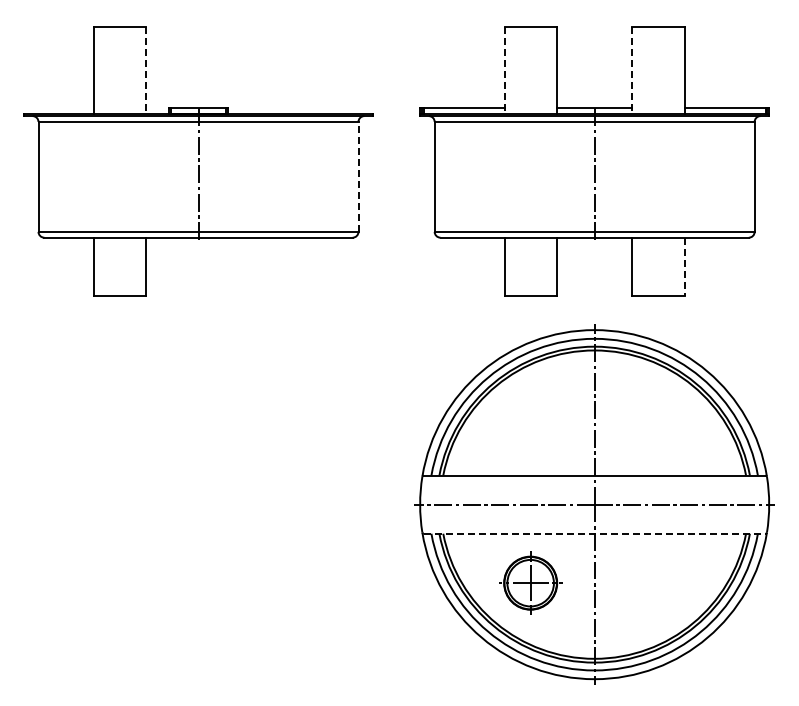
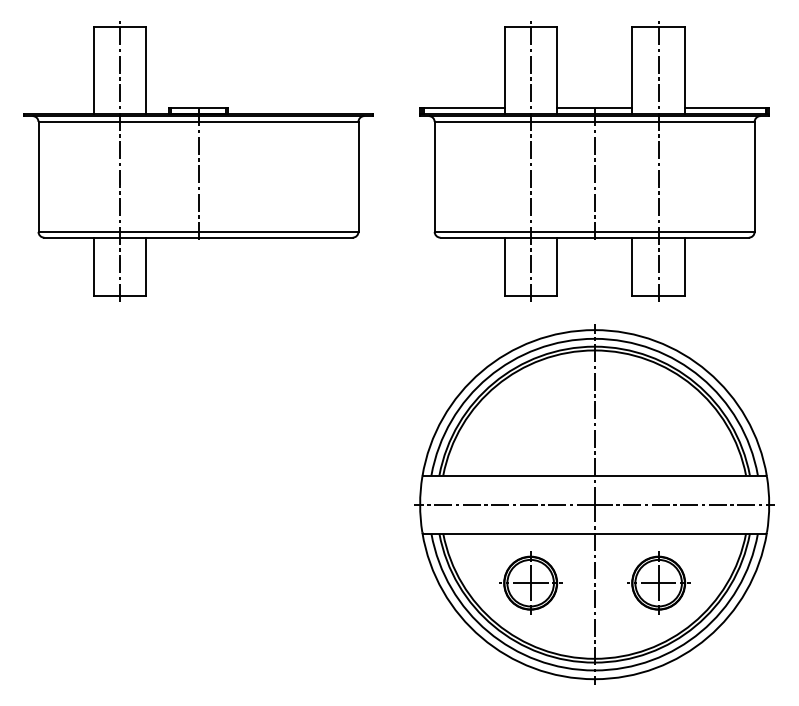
line at (146, 70): dashed -> solid
line at (504, 70): dashed -> solid
line at (632, 70): dashed -> solid
line at (119, 160): none -> present
line at (530, 160): none -> present
line at (658, 160): none -> present
line at (358, 176): dashed -> solid
line at (684, 267): dashed -> solid
line at (594, 533): dashed -> solid
part at (658, 582): none -> present
